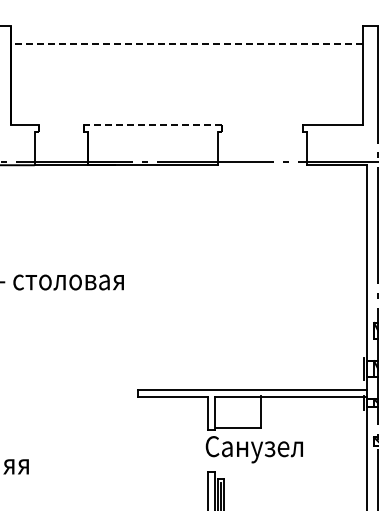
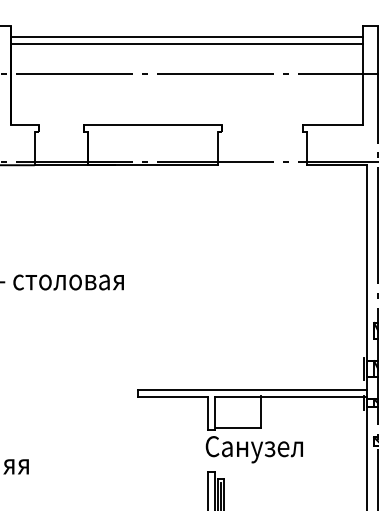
line at (187, 36): none -> present
line at (187, 43): dashed -> solid
line at (188, 74): none -> present
line at (153, 124): dashed -> solid
